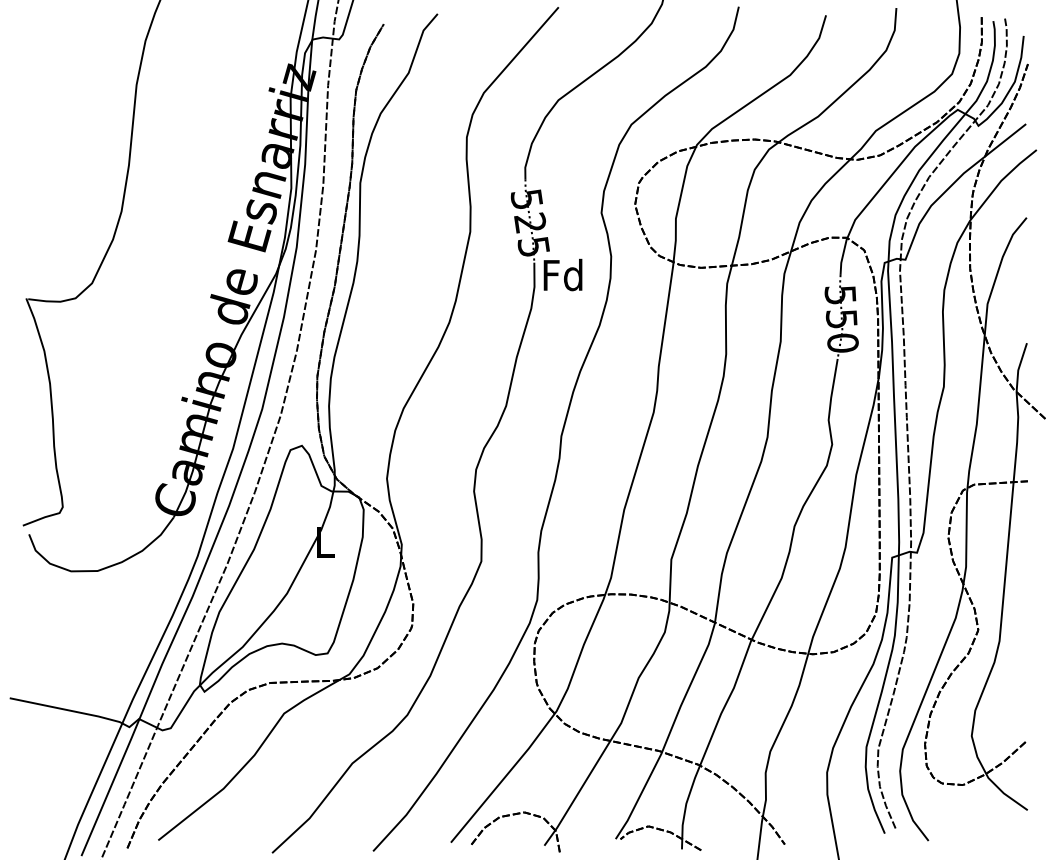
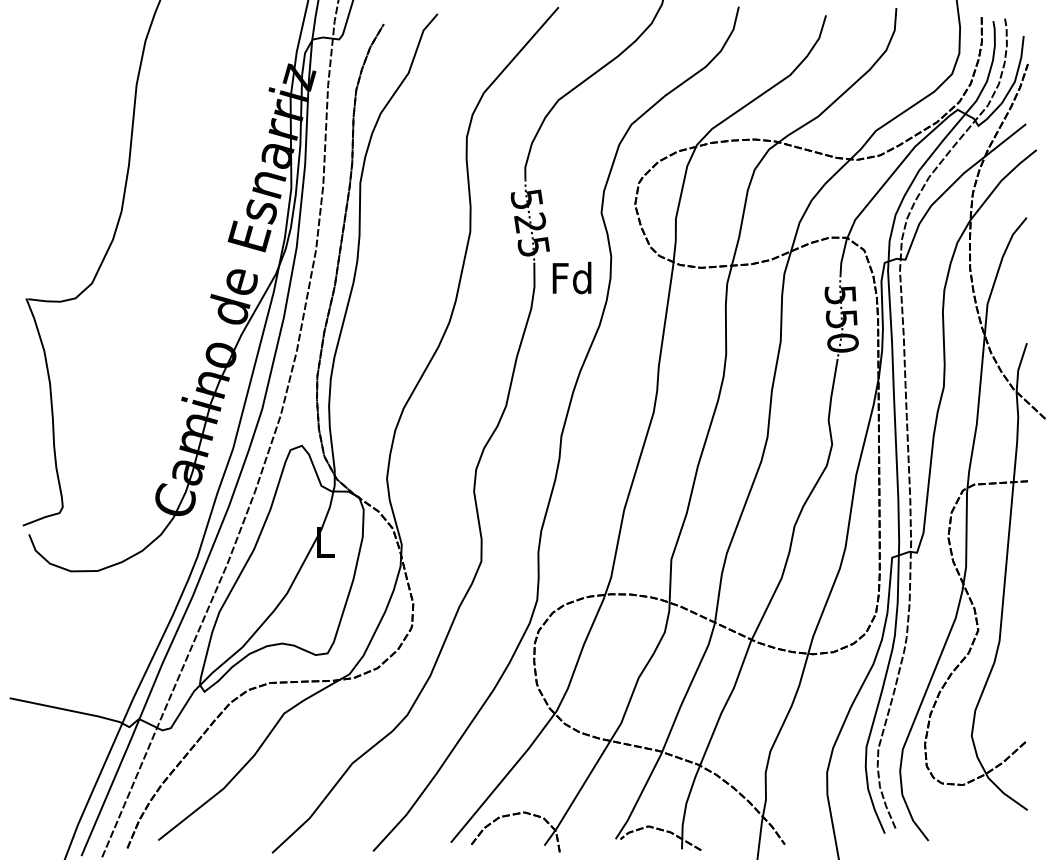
text at (562, 274) position: (562, 274) -> (571, 277)
